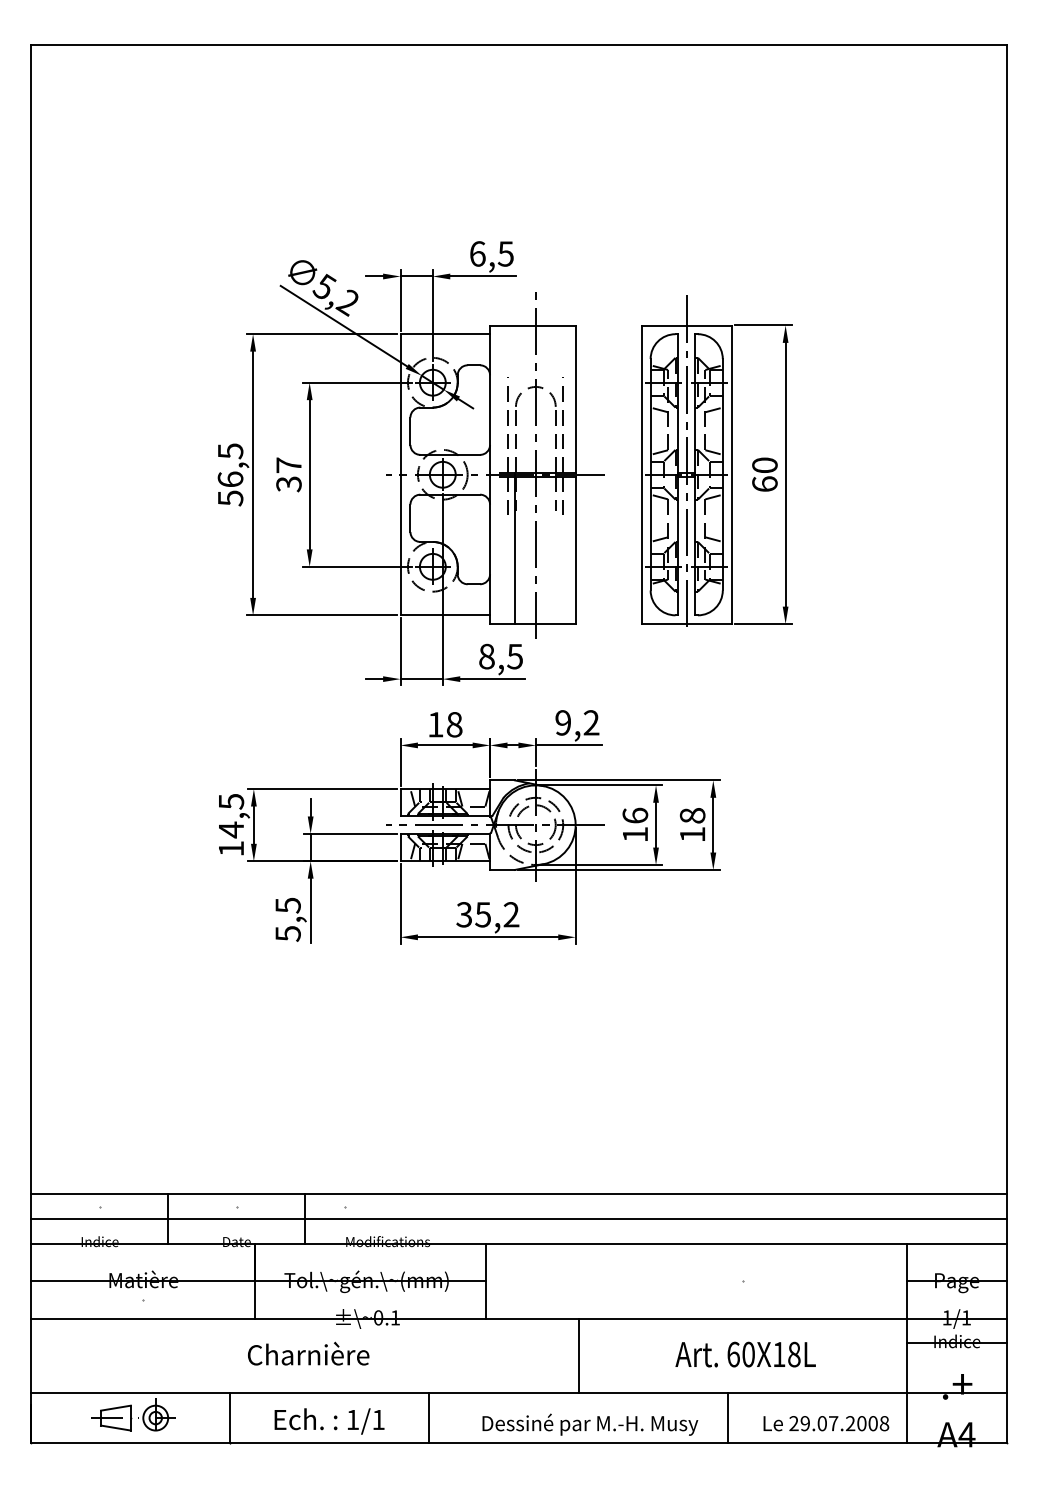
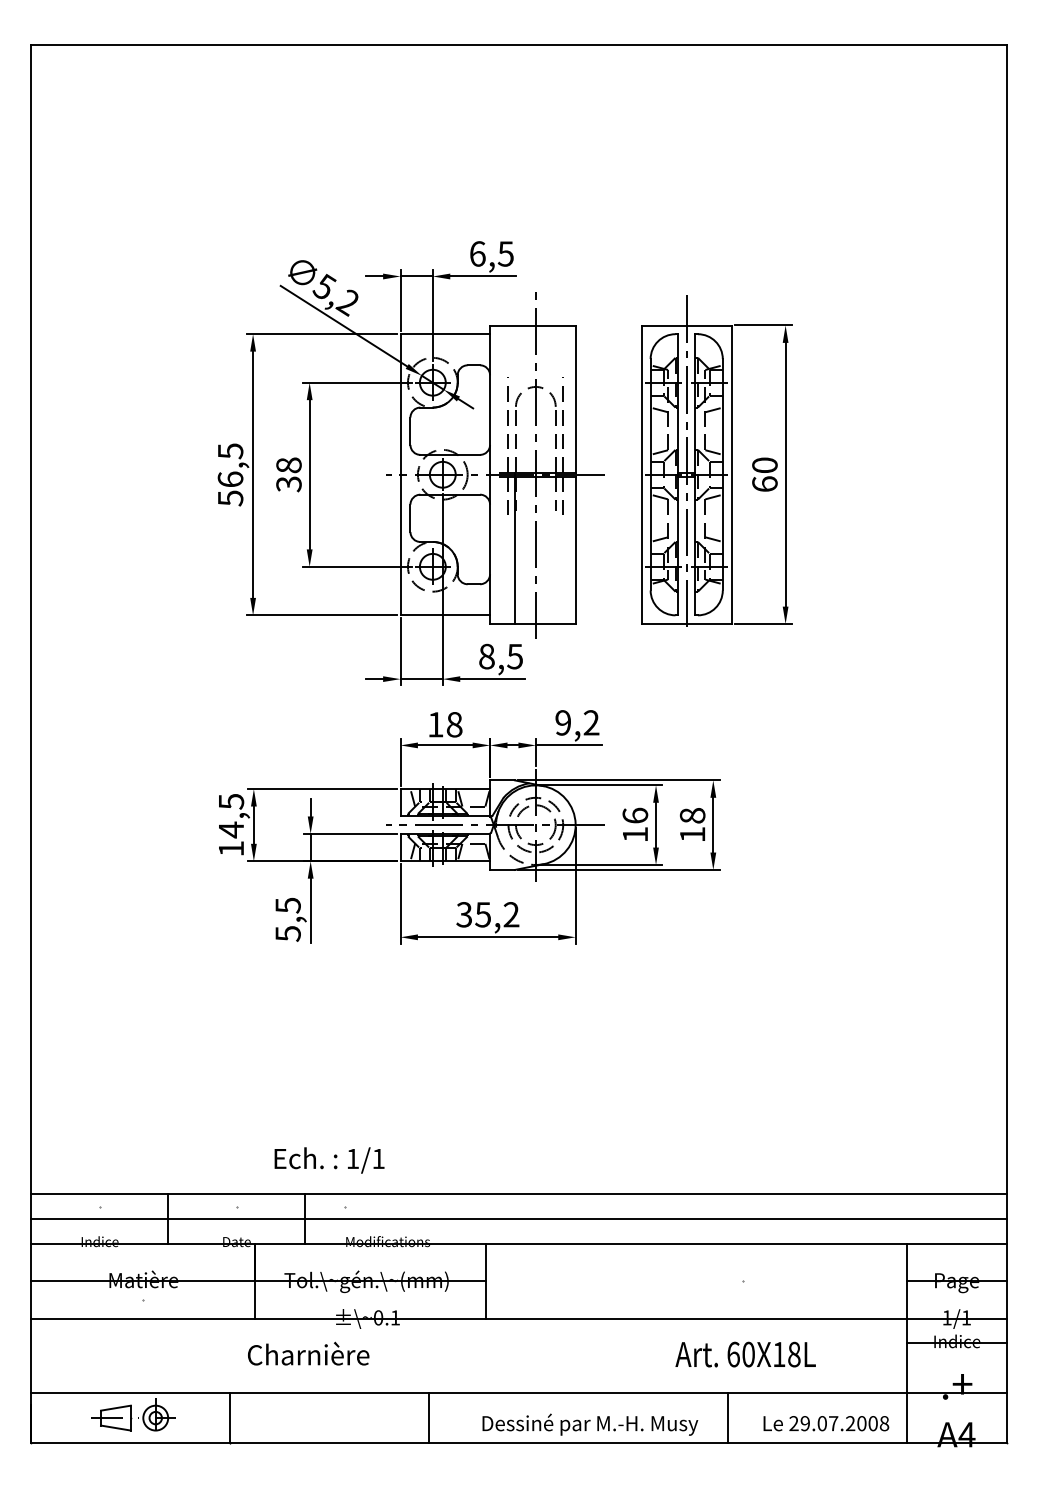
text at (288, 465): 37 -> 38
line at (578, 1355): present -> none
text at (329, 1421) position: (329, 1421) -> (329, 1160)
